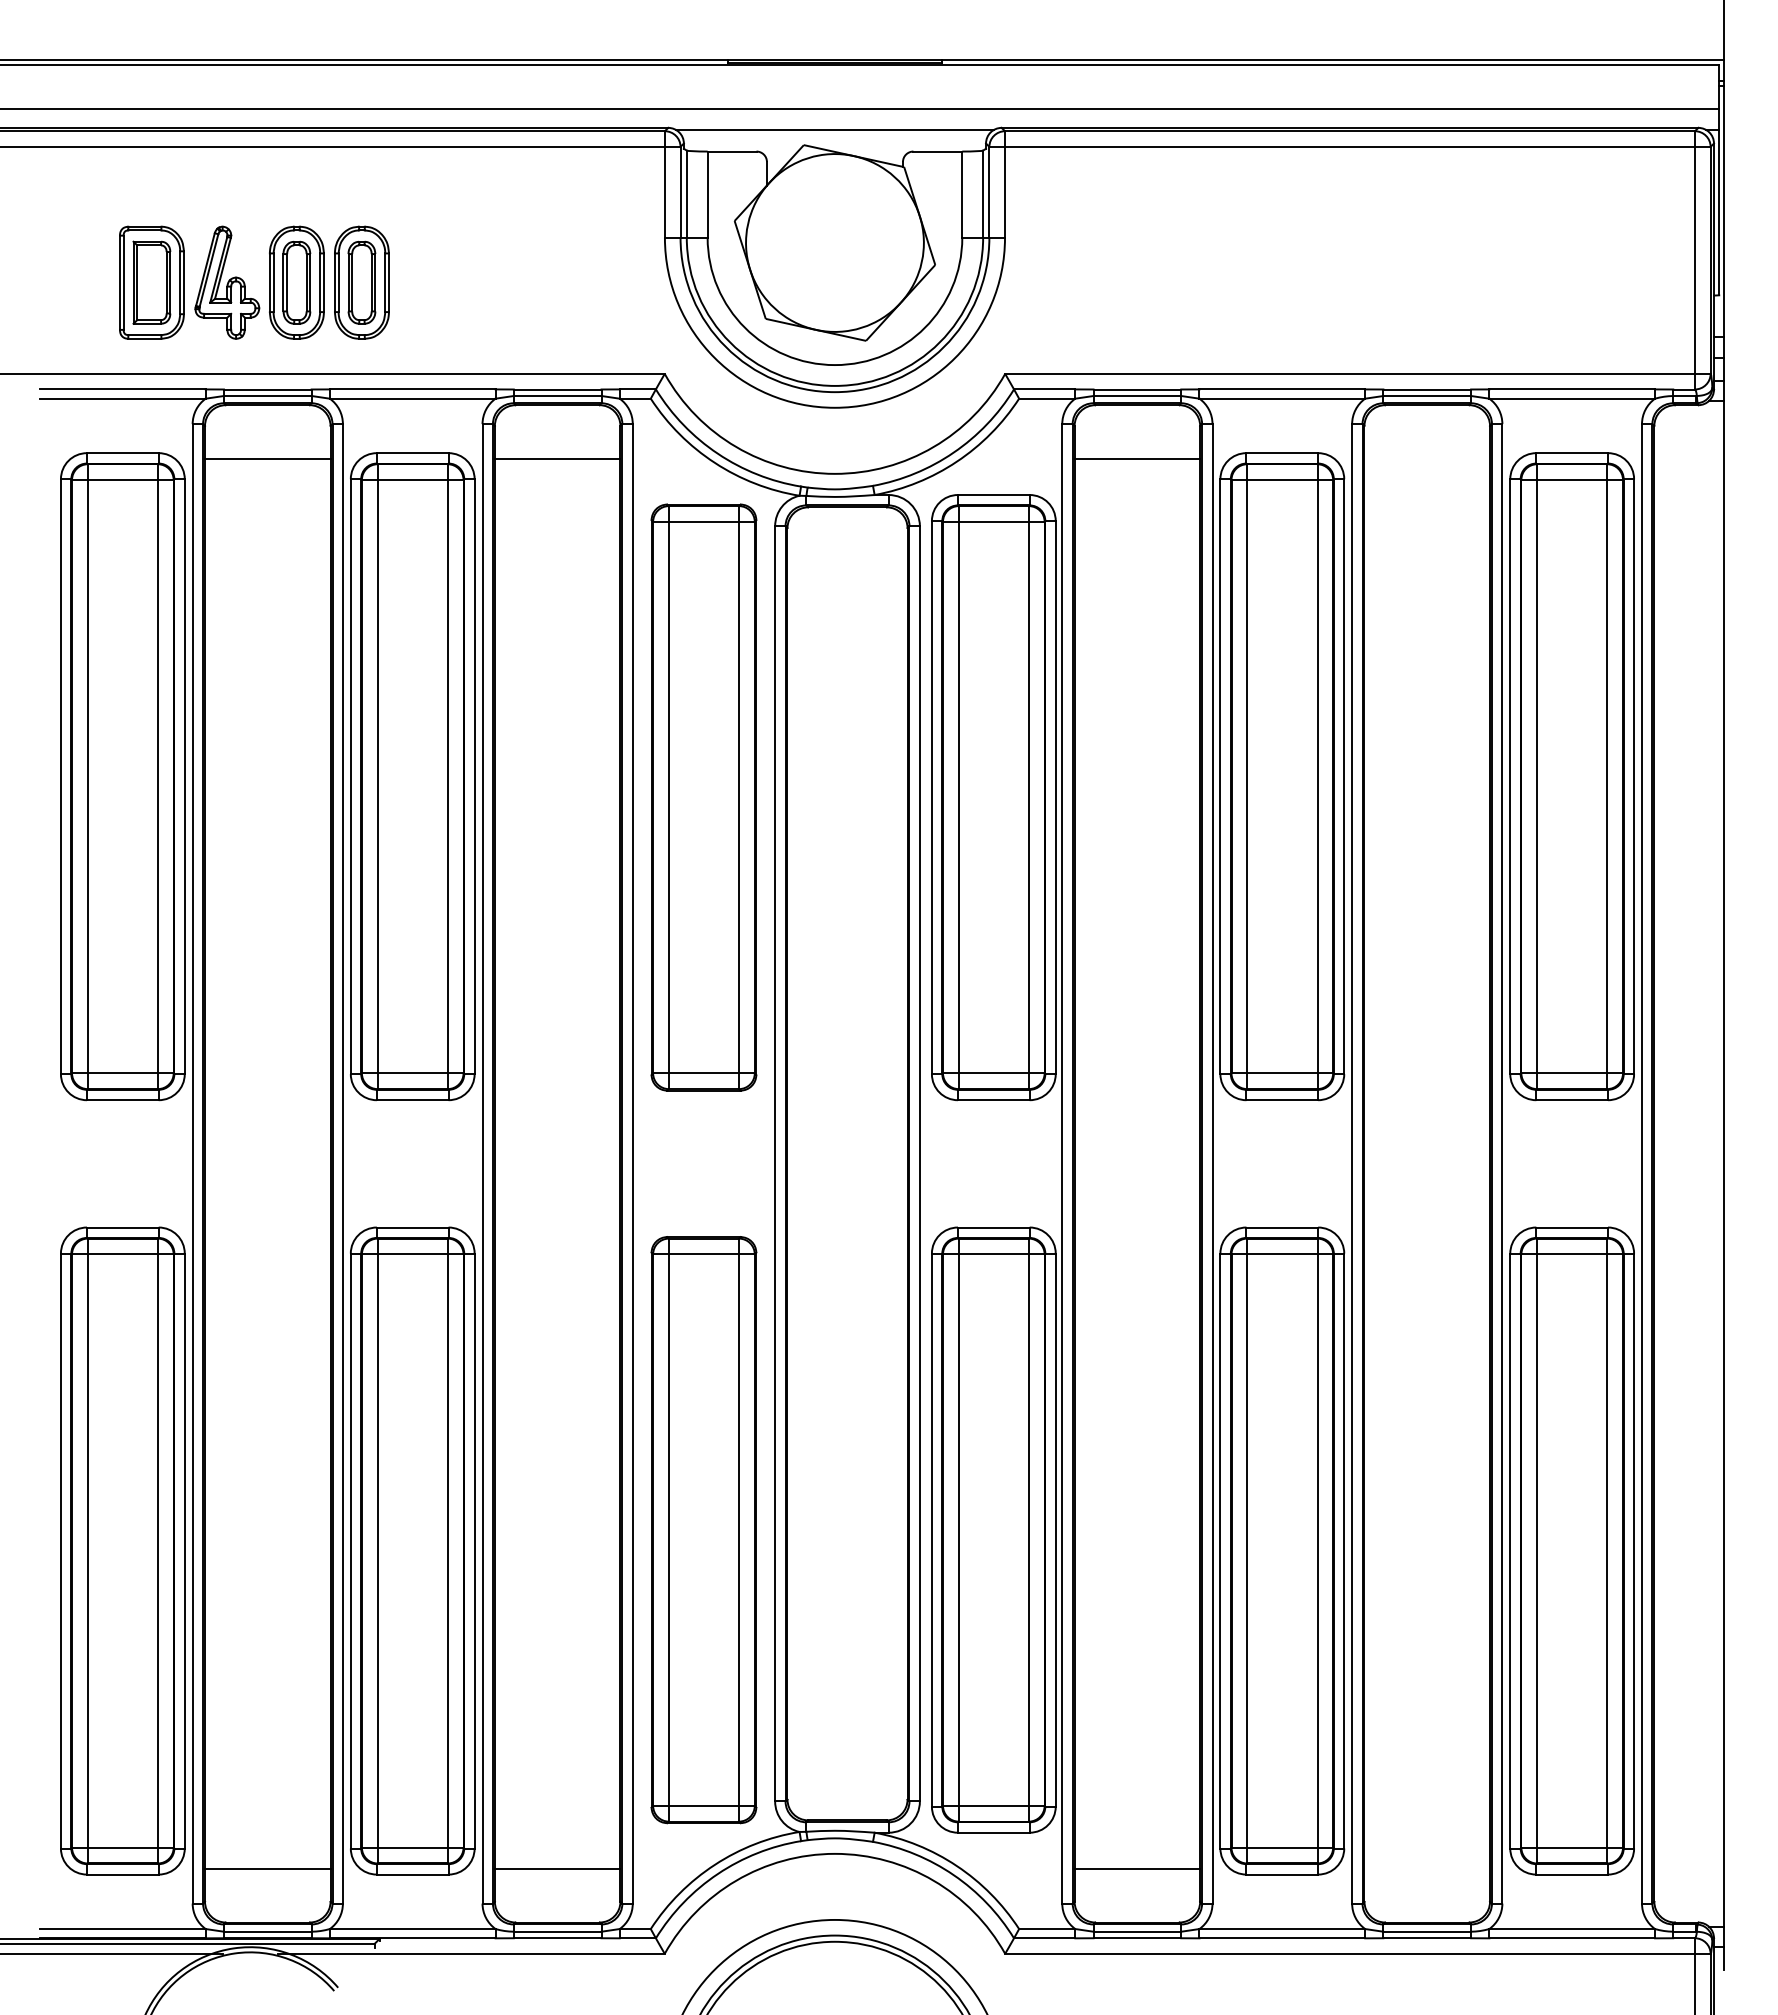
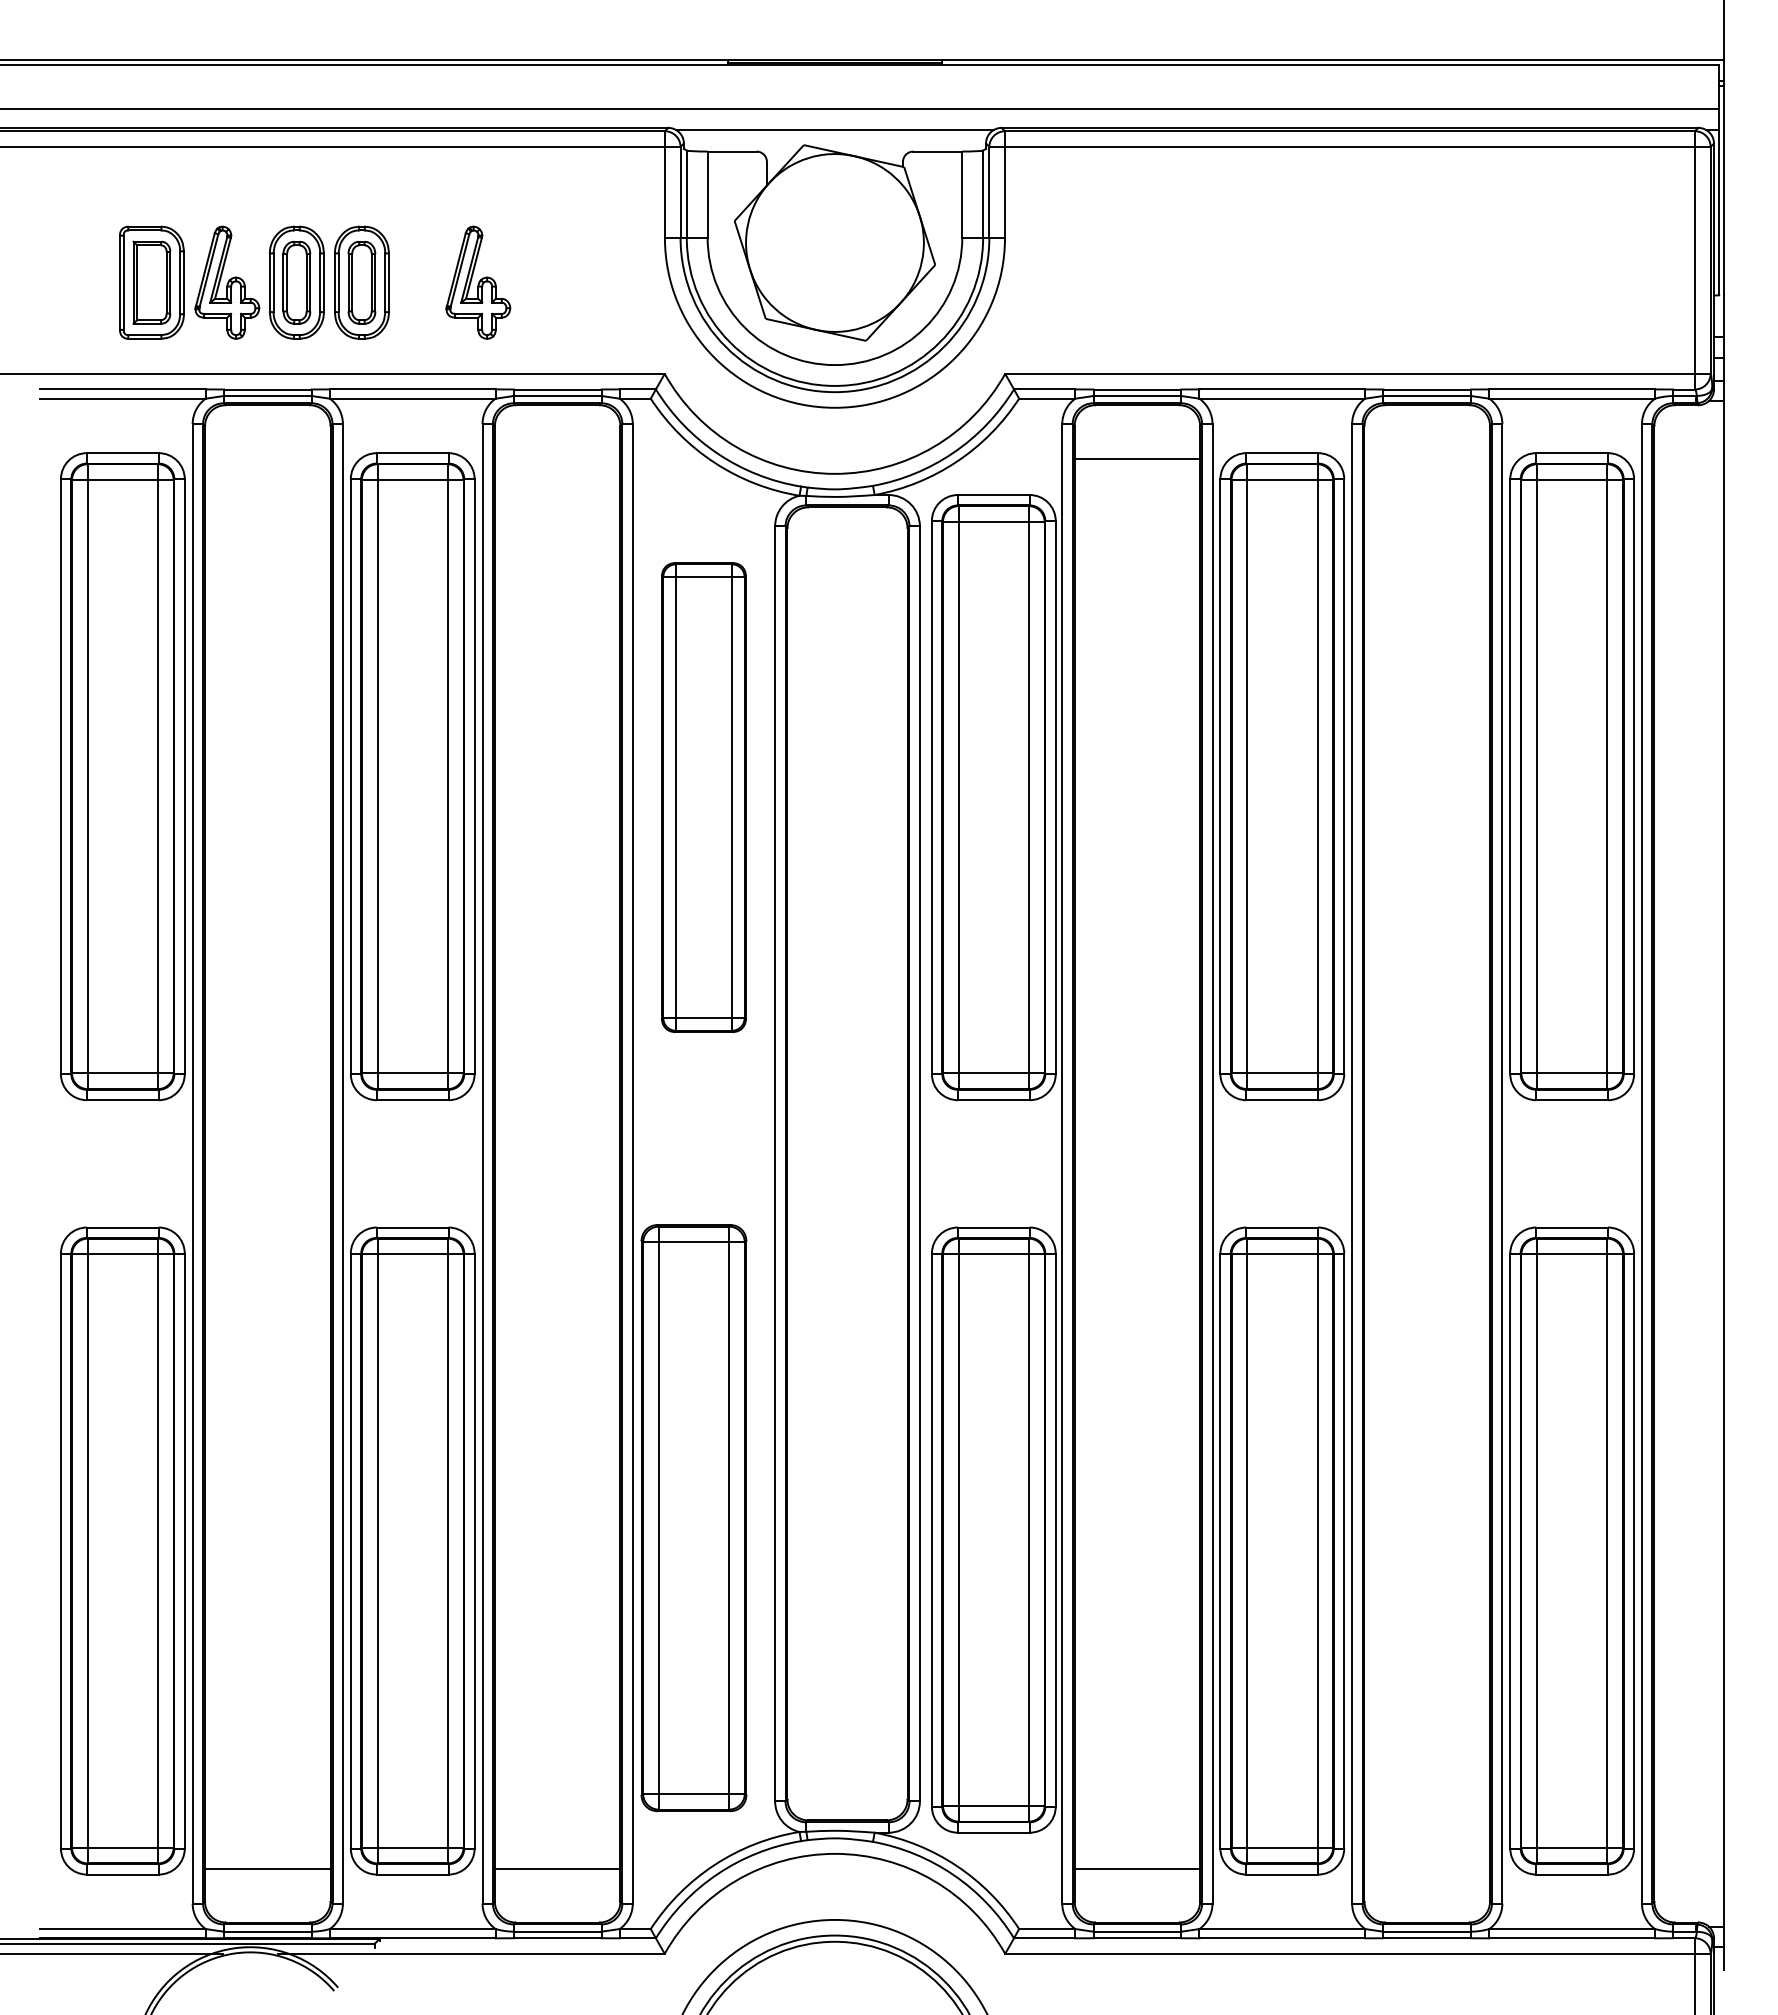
part at (478, 282): none -> present
line at (267, 459): present -> none
line at (557, 459): present -> none
part at (703, 797) size: 108x589 px -> 86x472 px
part at (703, 1530) position: (703, 1530) -> (693, 1518)
